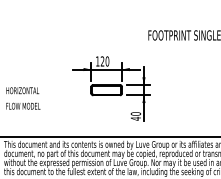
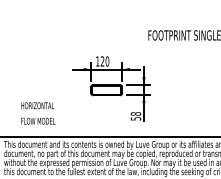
text at (23, 98) position: (23, 98) -> (38, 113)
text at (135, 116): 40 -> 58
